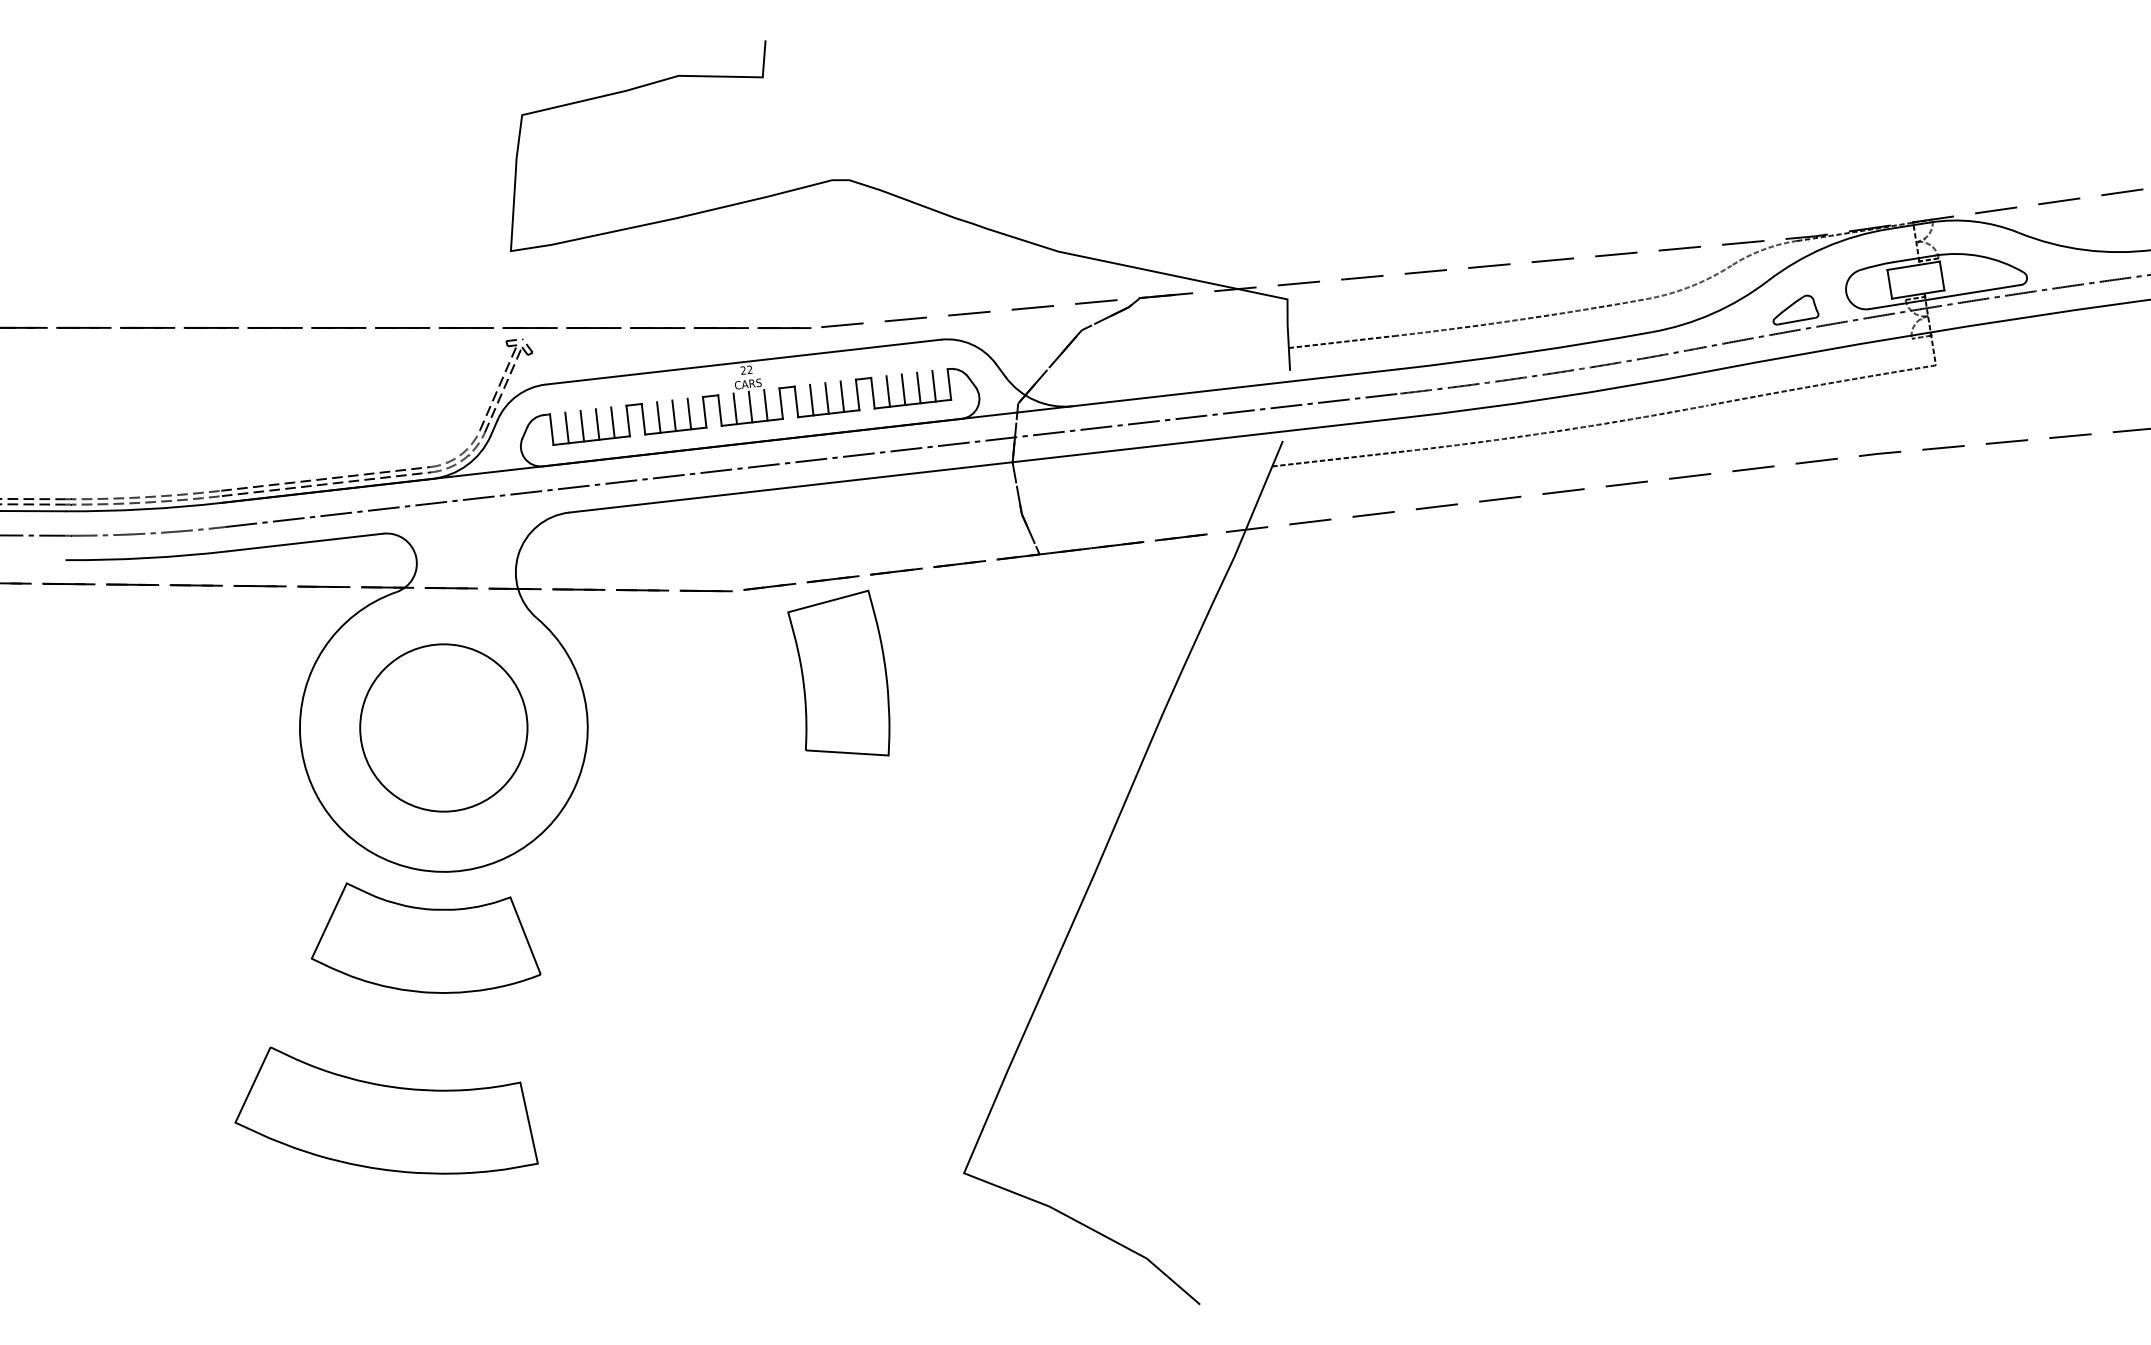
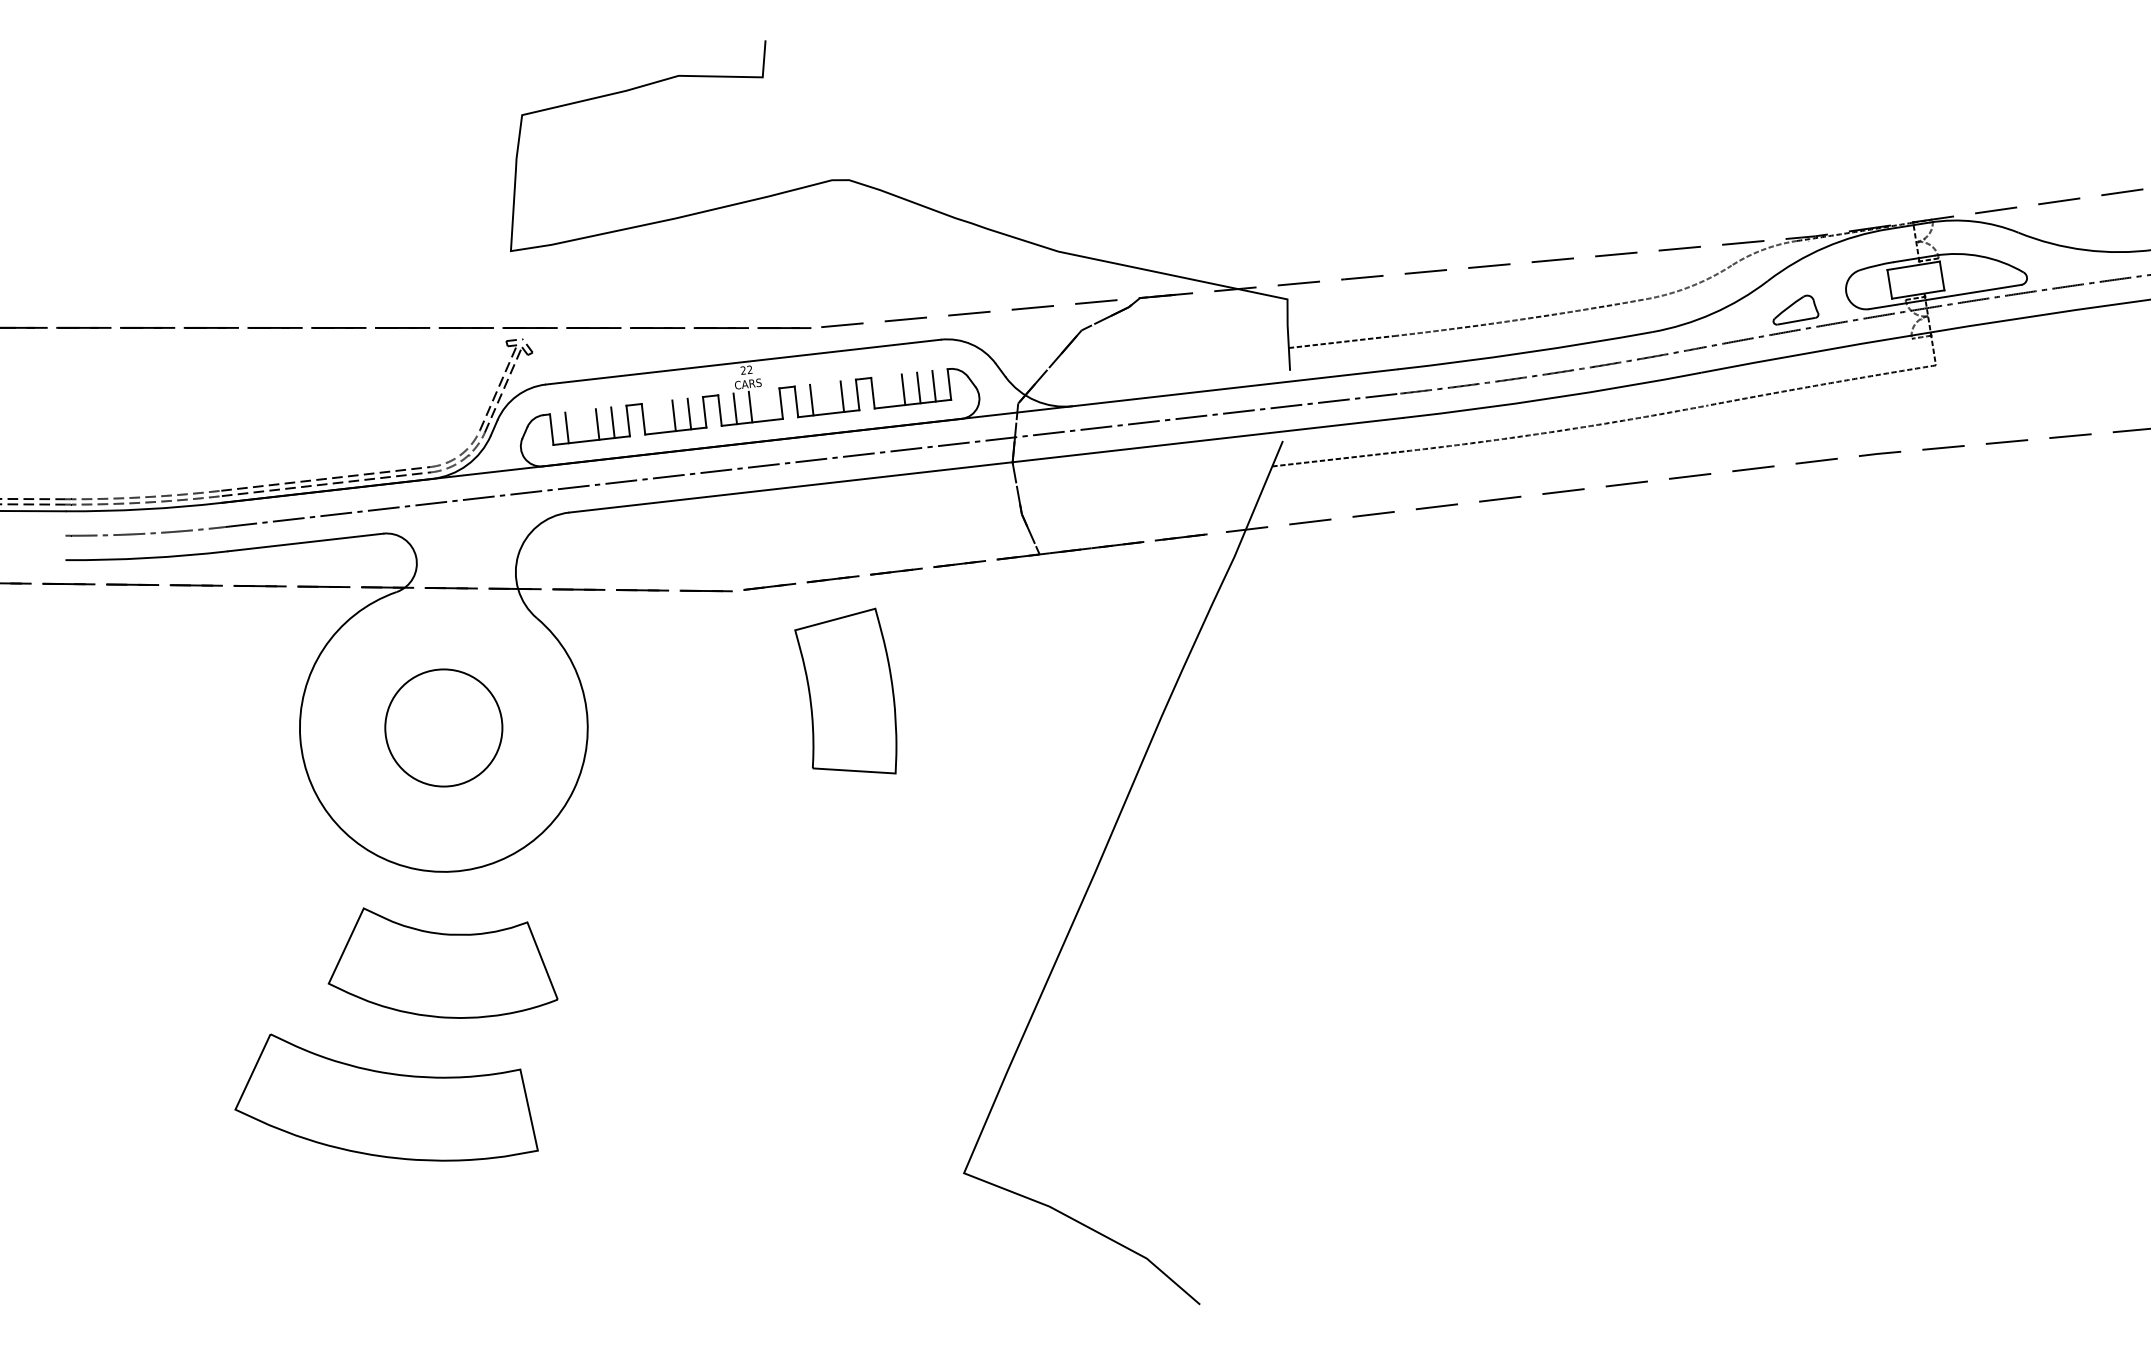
line at (887, 391): present -> none
line at (826, 398): present -> none
line at (765, 405): present -> none
line at (658, 417): present -> none
line at (582, 425): present -> none
line at (33, 535): present -> none
part at (838, 672) position: (838, 672) -> (845, 690)
circle at (443, 727) diameter: 167 px -> 117 px
part at (425, 937) position: (425, 937) -> (442, 962)
part at (386, 1110) position: (386, 1110) -> (386, 1097)
